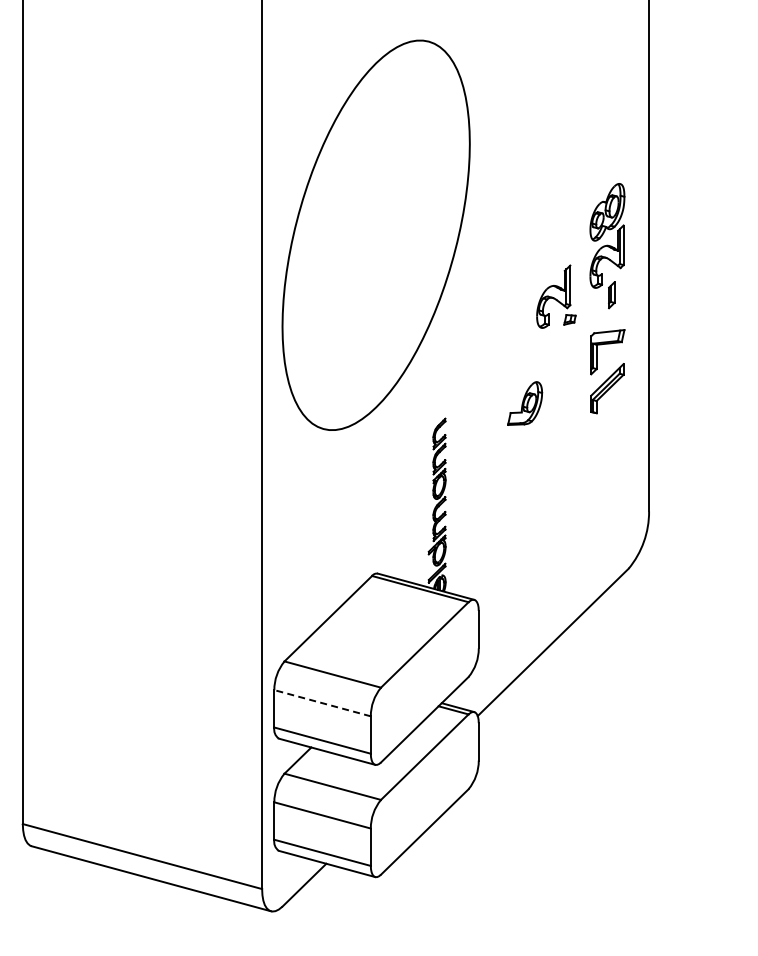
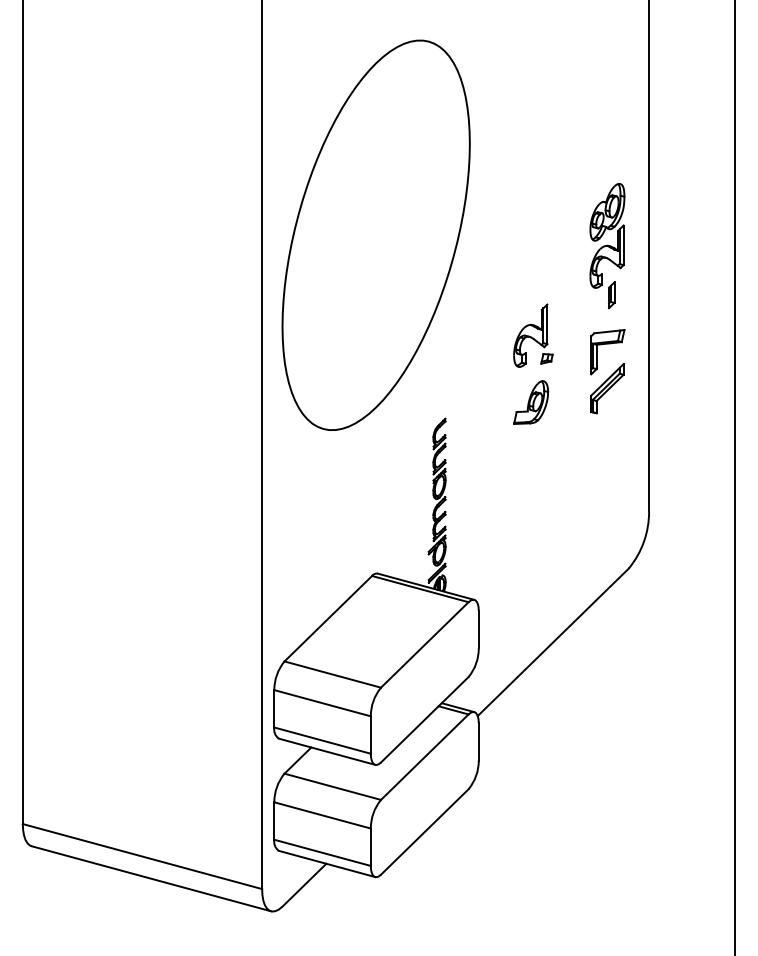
part at (556, 296) position: (556, 296) -> (533, 335)
part at (525, 403) position: (525, 403) -> (531, 402)
line at (735, 477): none -> present
line at (322, 703): dashed -> solid
